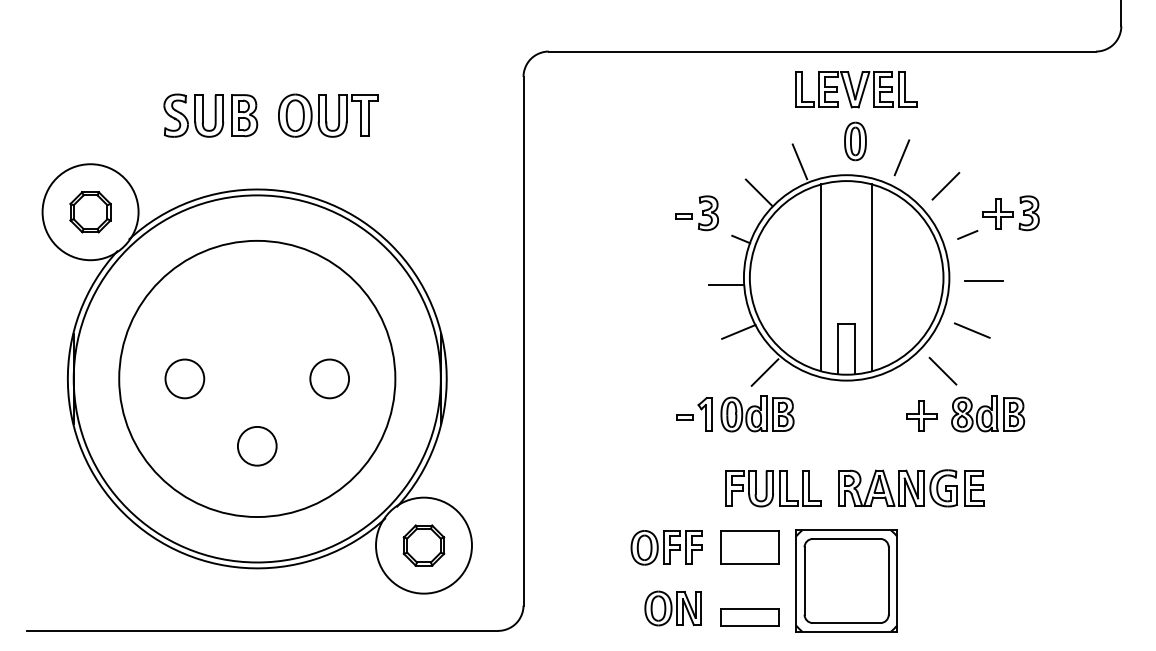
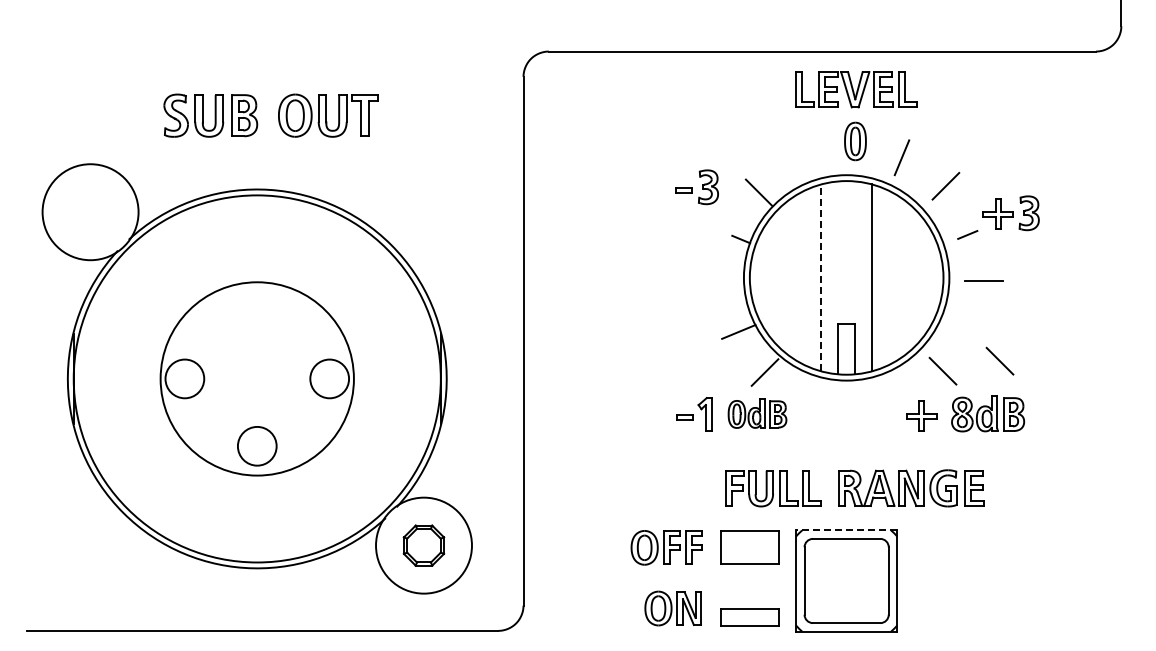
line at (799, 161): present -> none
part at (90, 212): present -> none
part at (696, 213) position: (696, 213) -> (696, 187)
line at (821, 277): solid -> dashed
line at (725, 284): present -> none
line at (971, 330): present -> none
line at (999, 360): none -> present
circle at (257, 378) diameter: 276 px -> 193 px
part at (757, 413) size: 75x38 px -> 61x31 px
line at (846, 530): solid -> dashed
